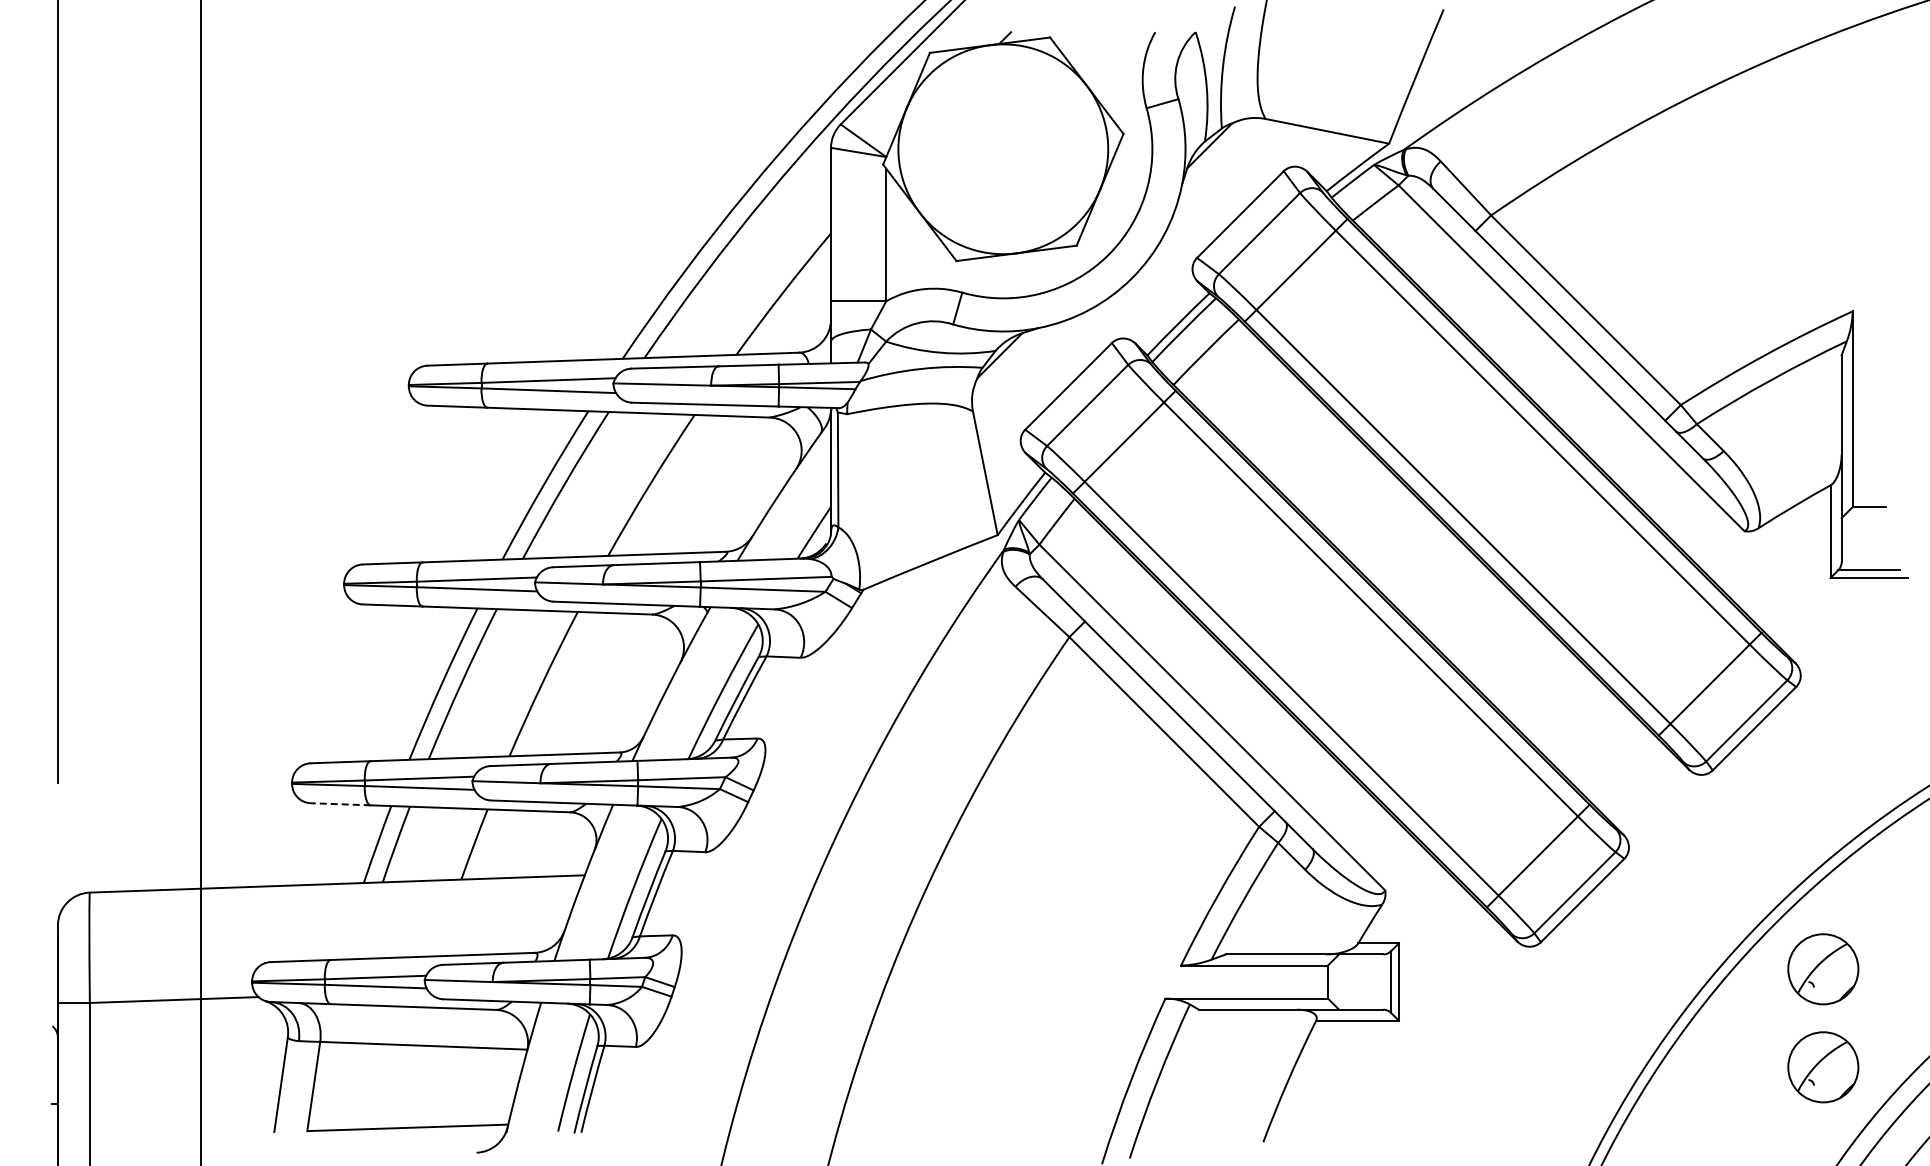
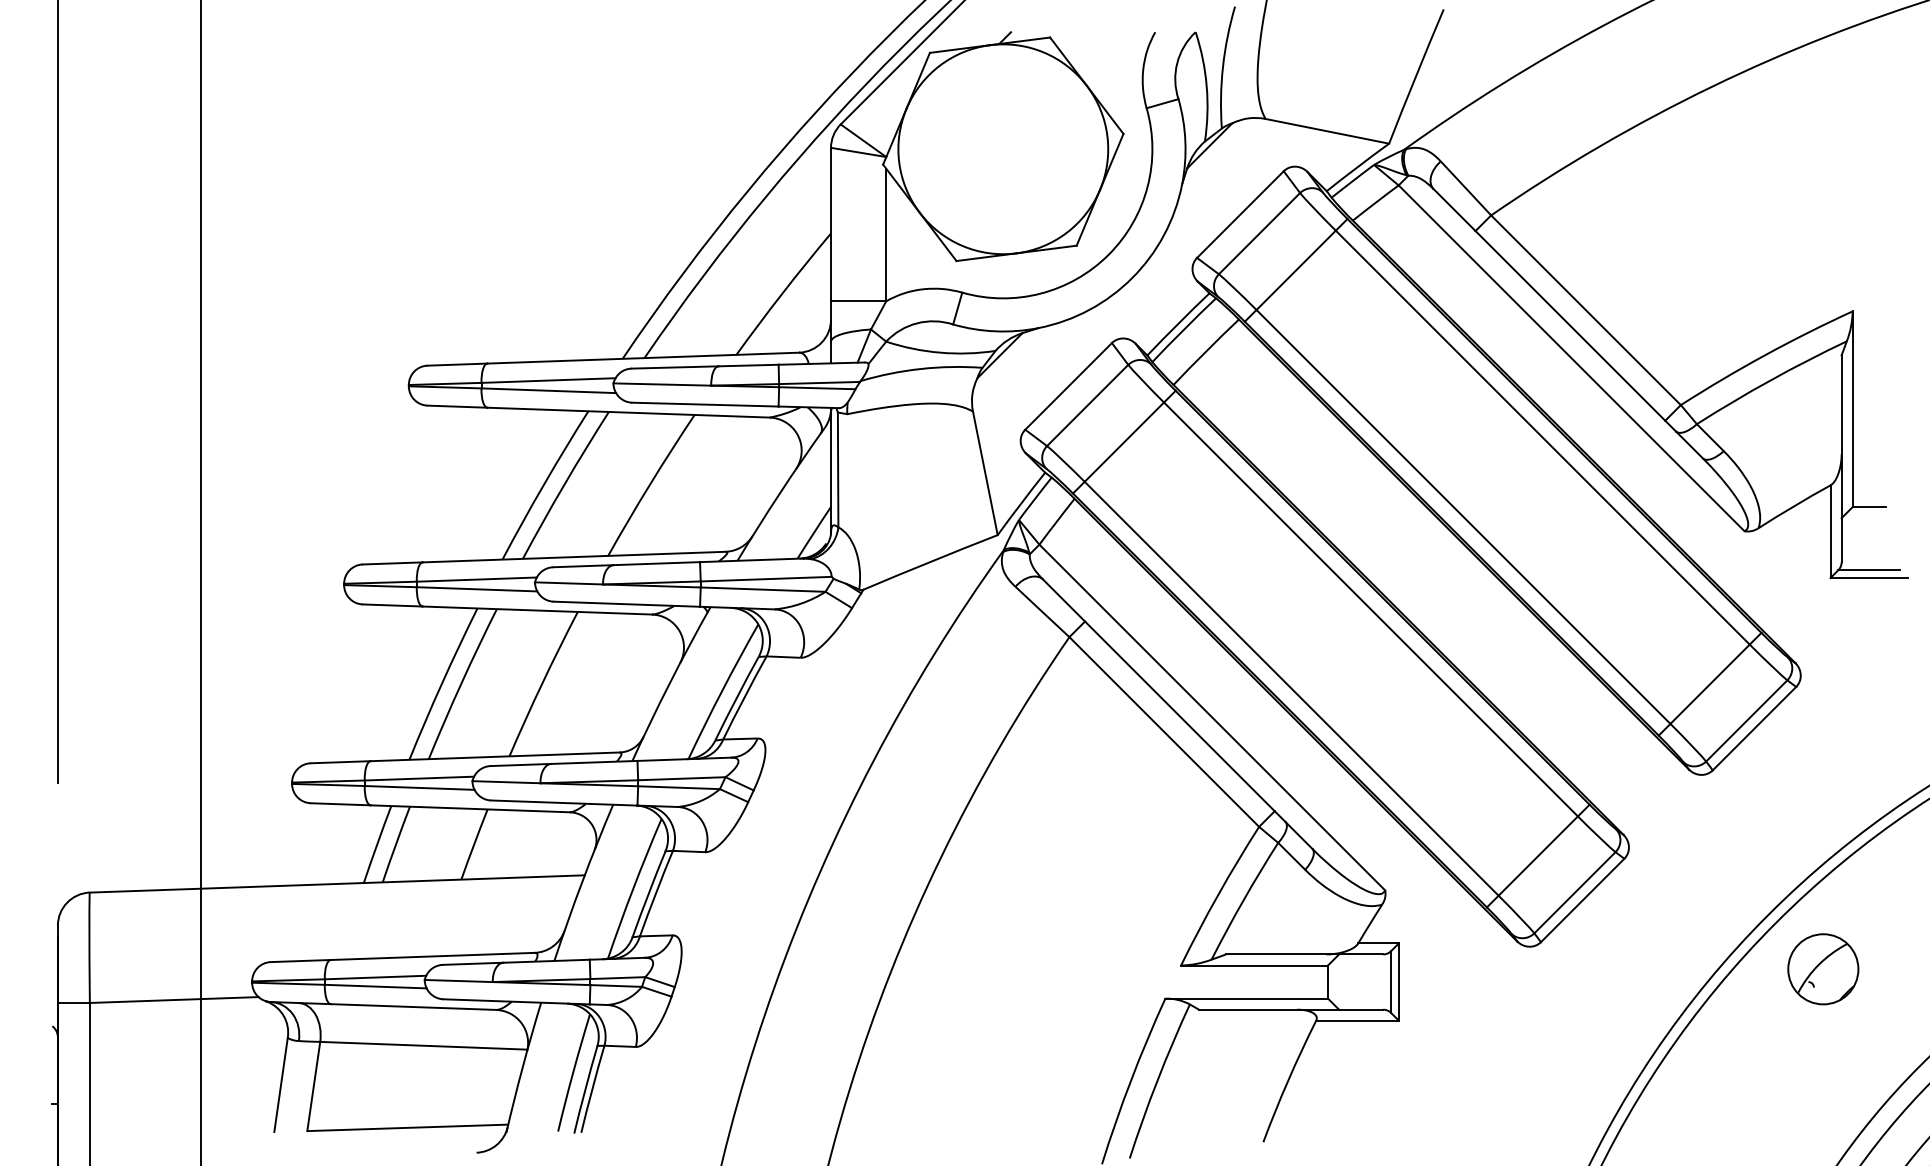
line at (340, 804): dashed -> solid
part at (1823, 1067): present -> none
